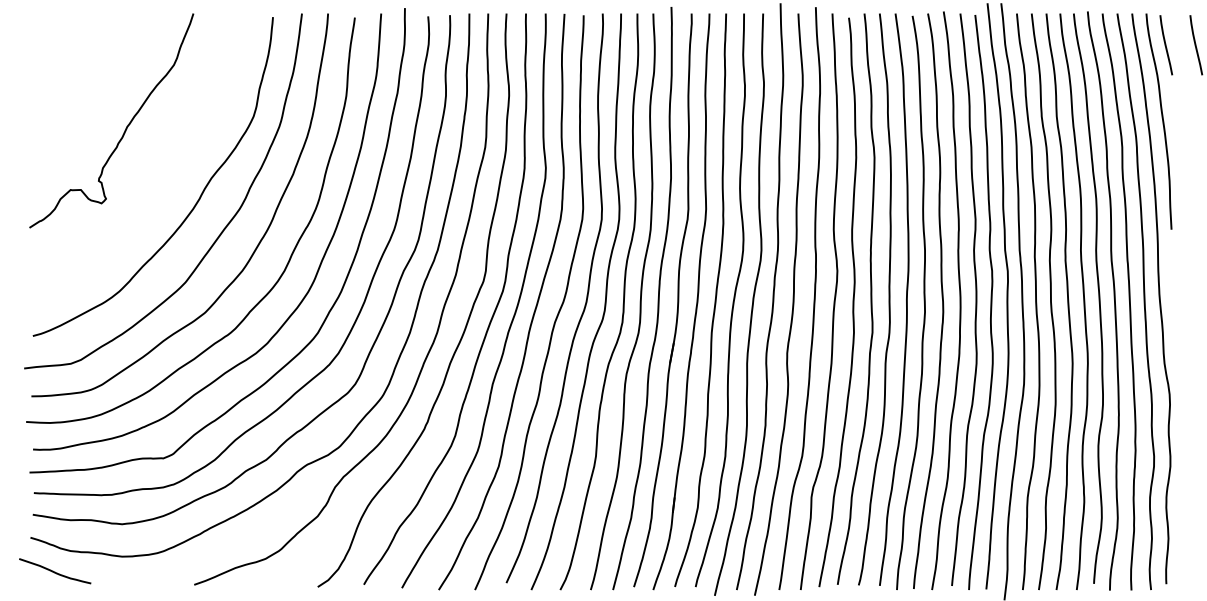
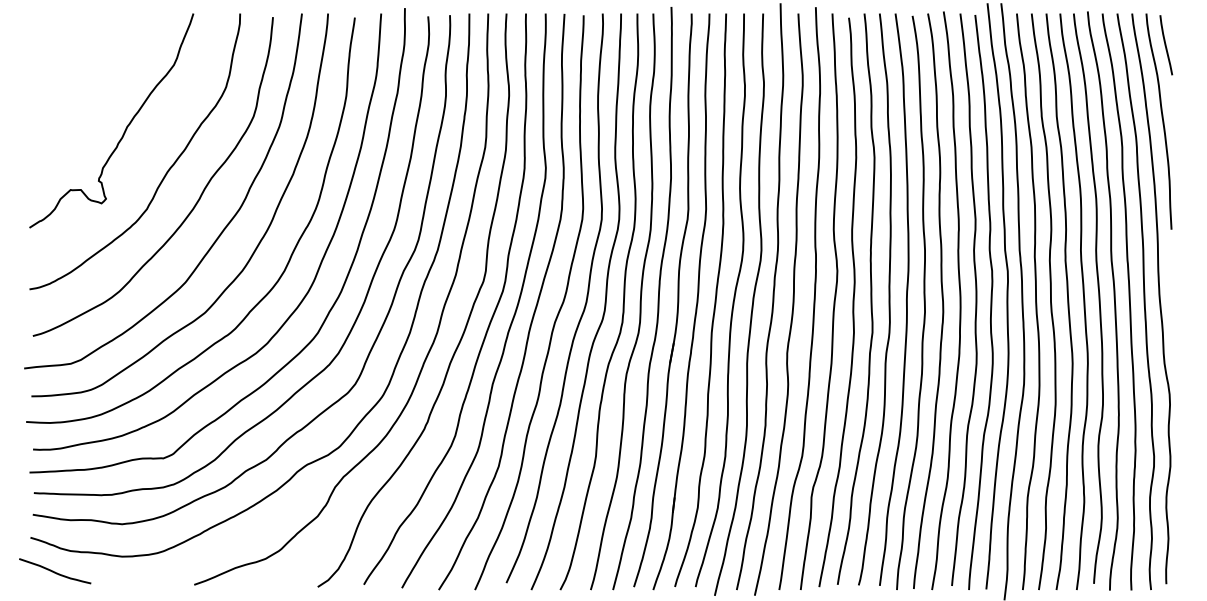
curve at (1196, 45): present -> none
curve at (166, 171): none -> present
